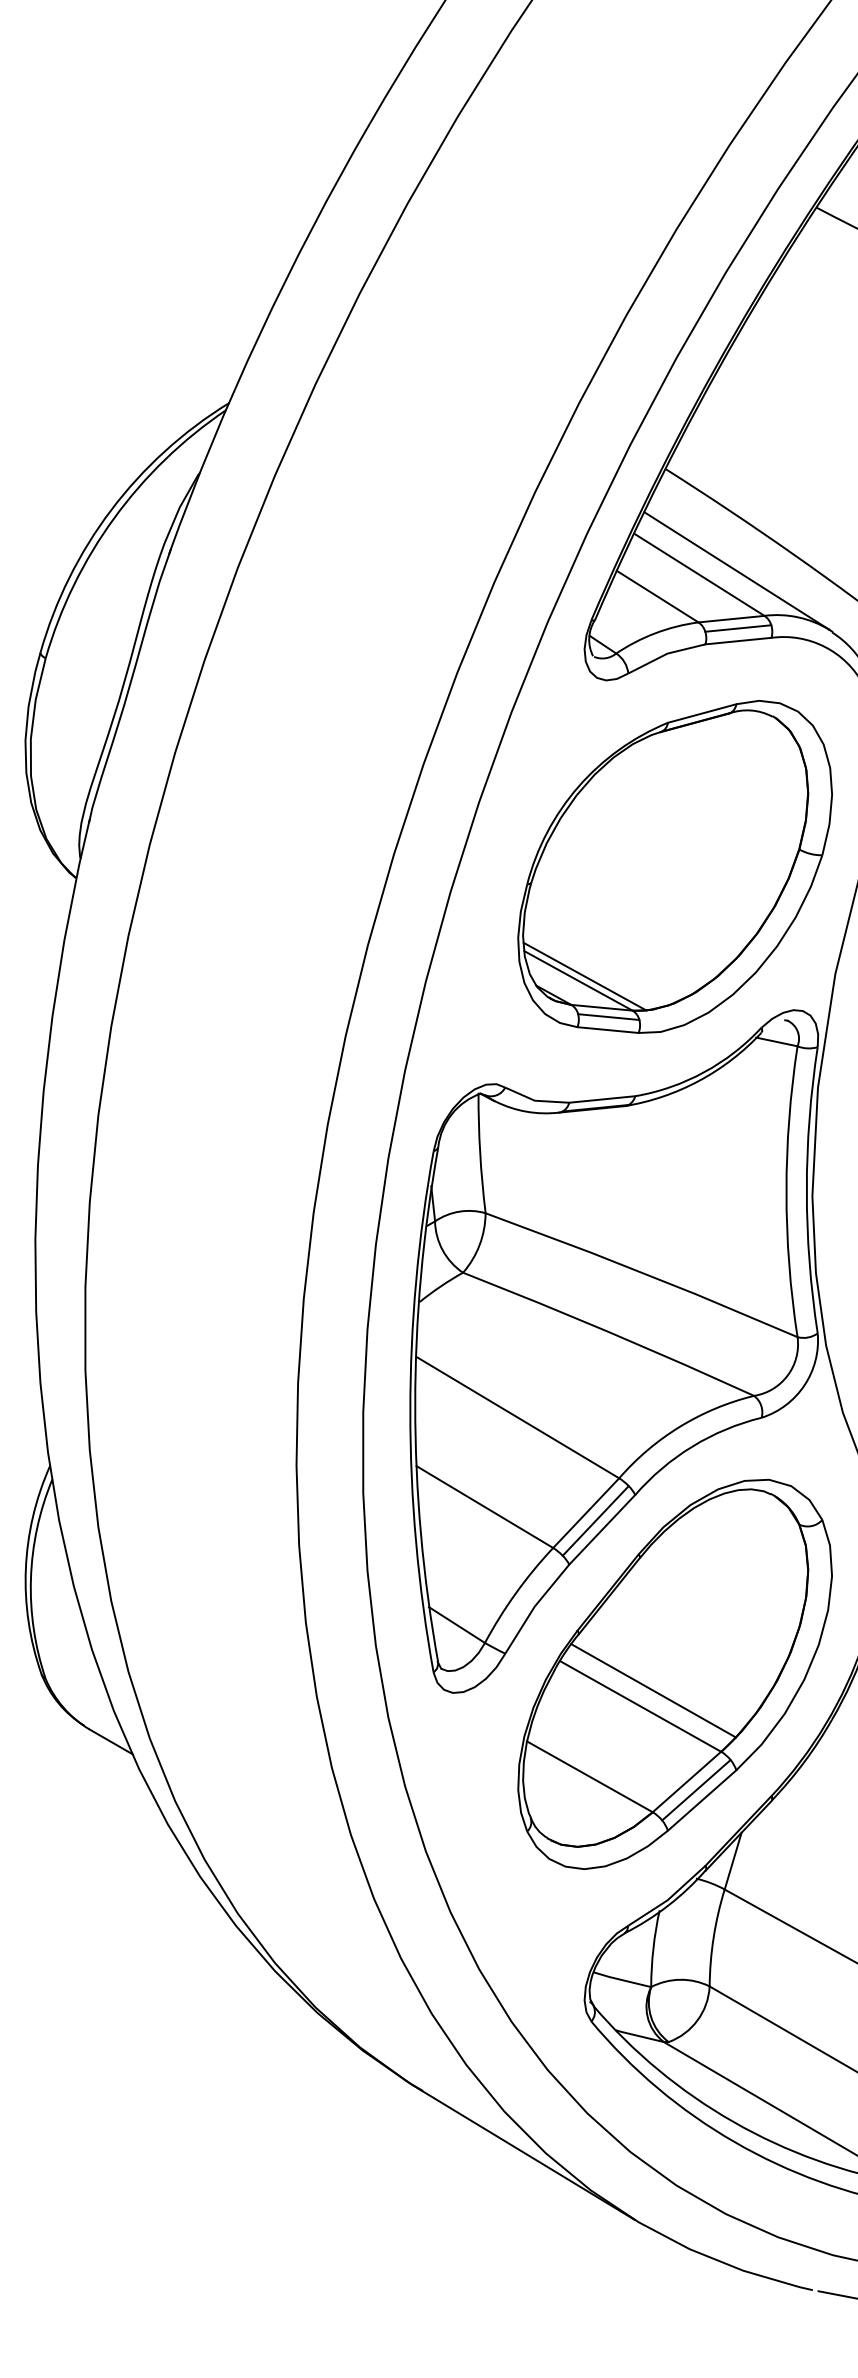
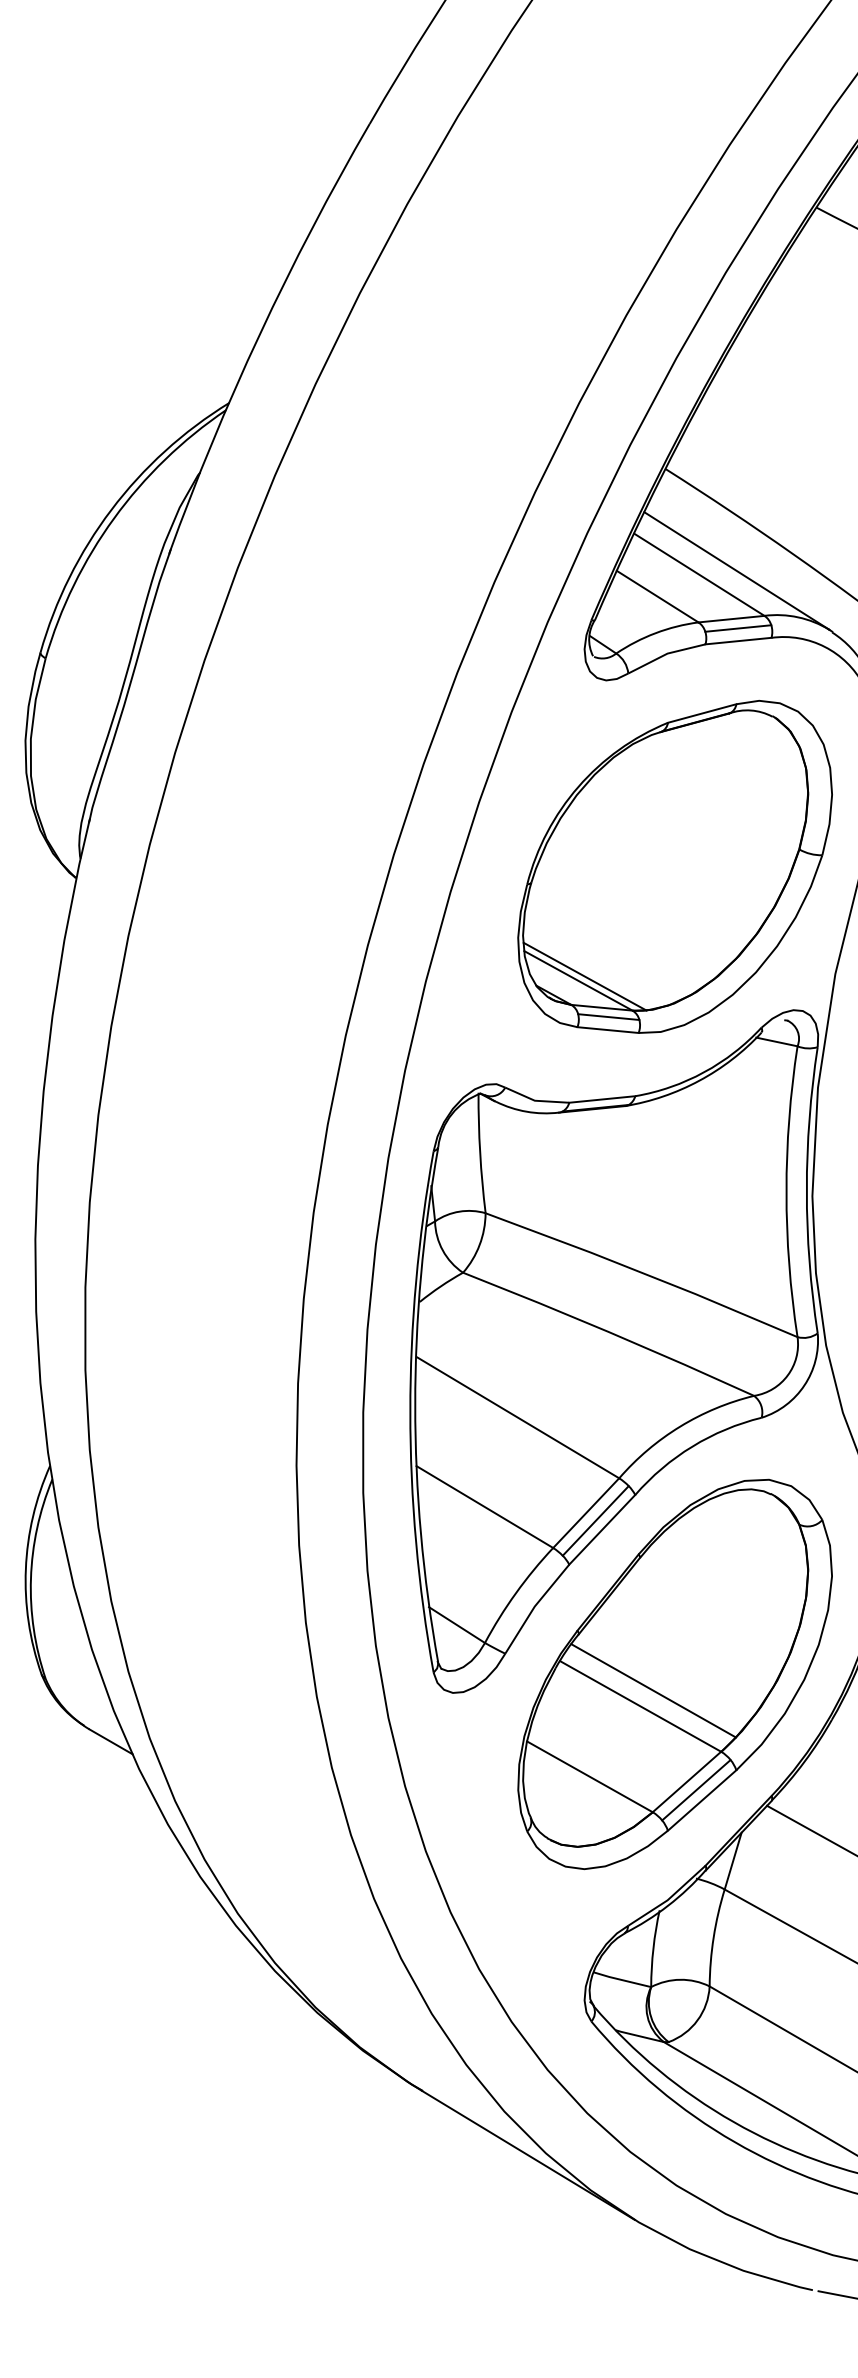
line at (810, 1829): none -> present
